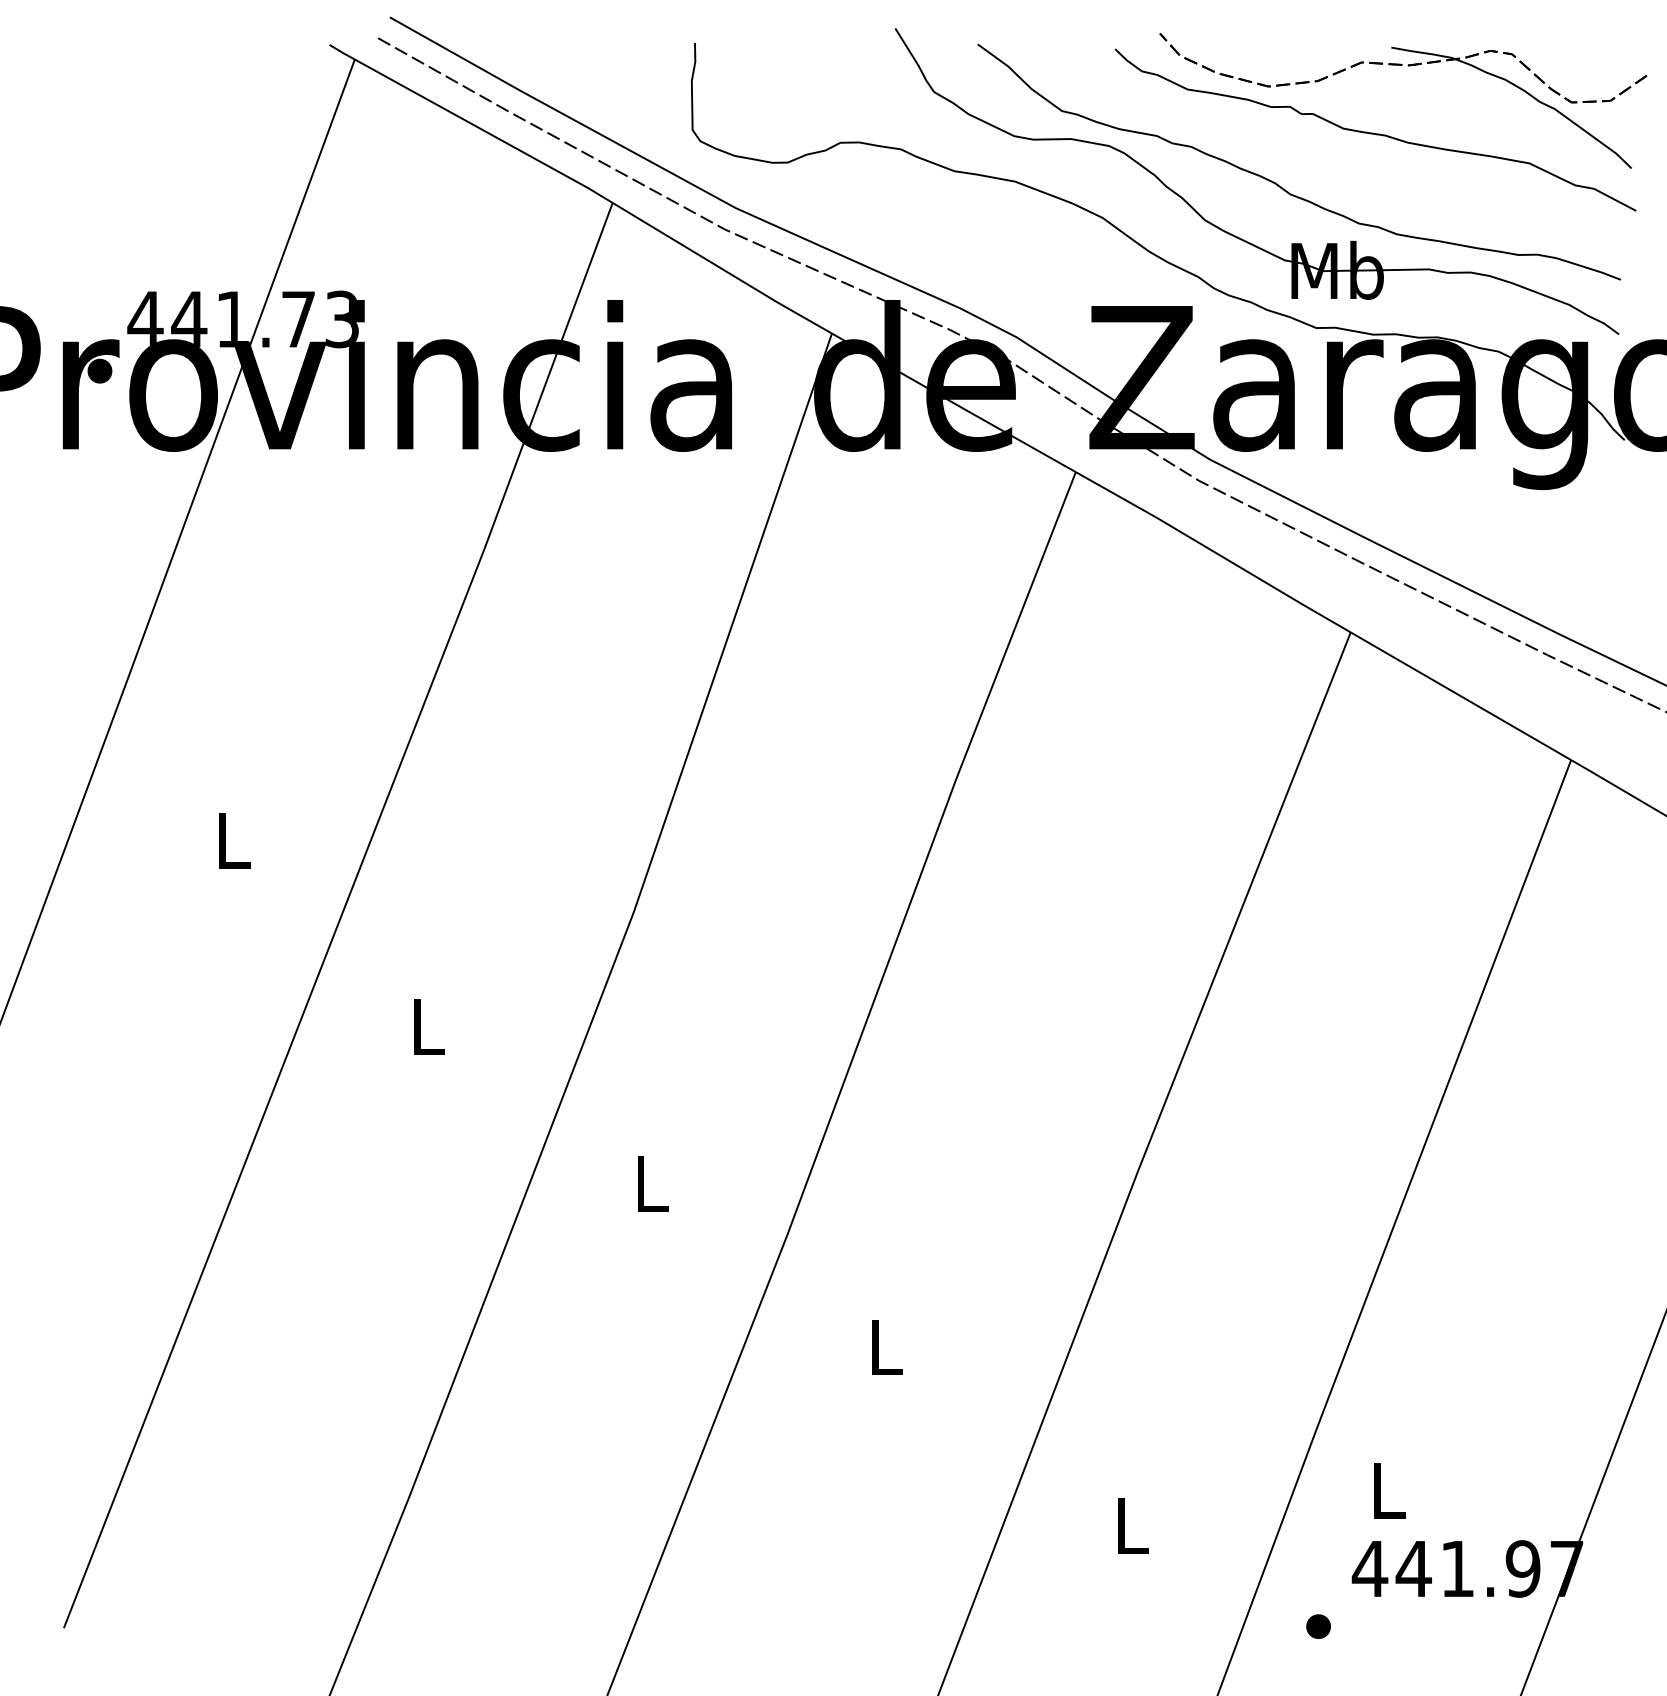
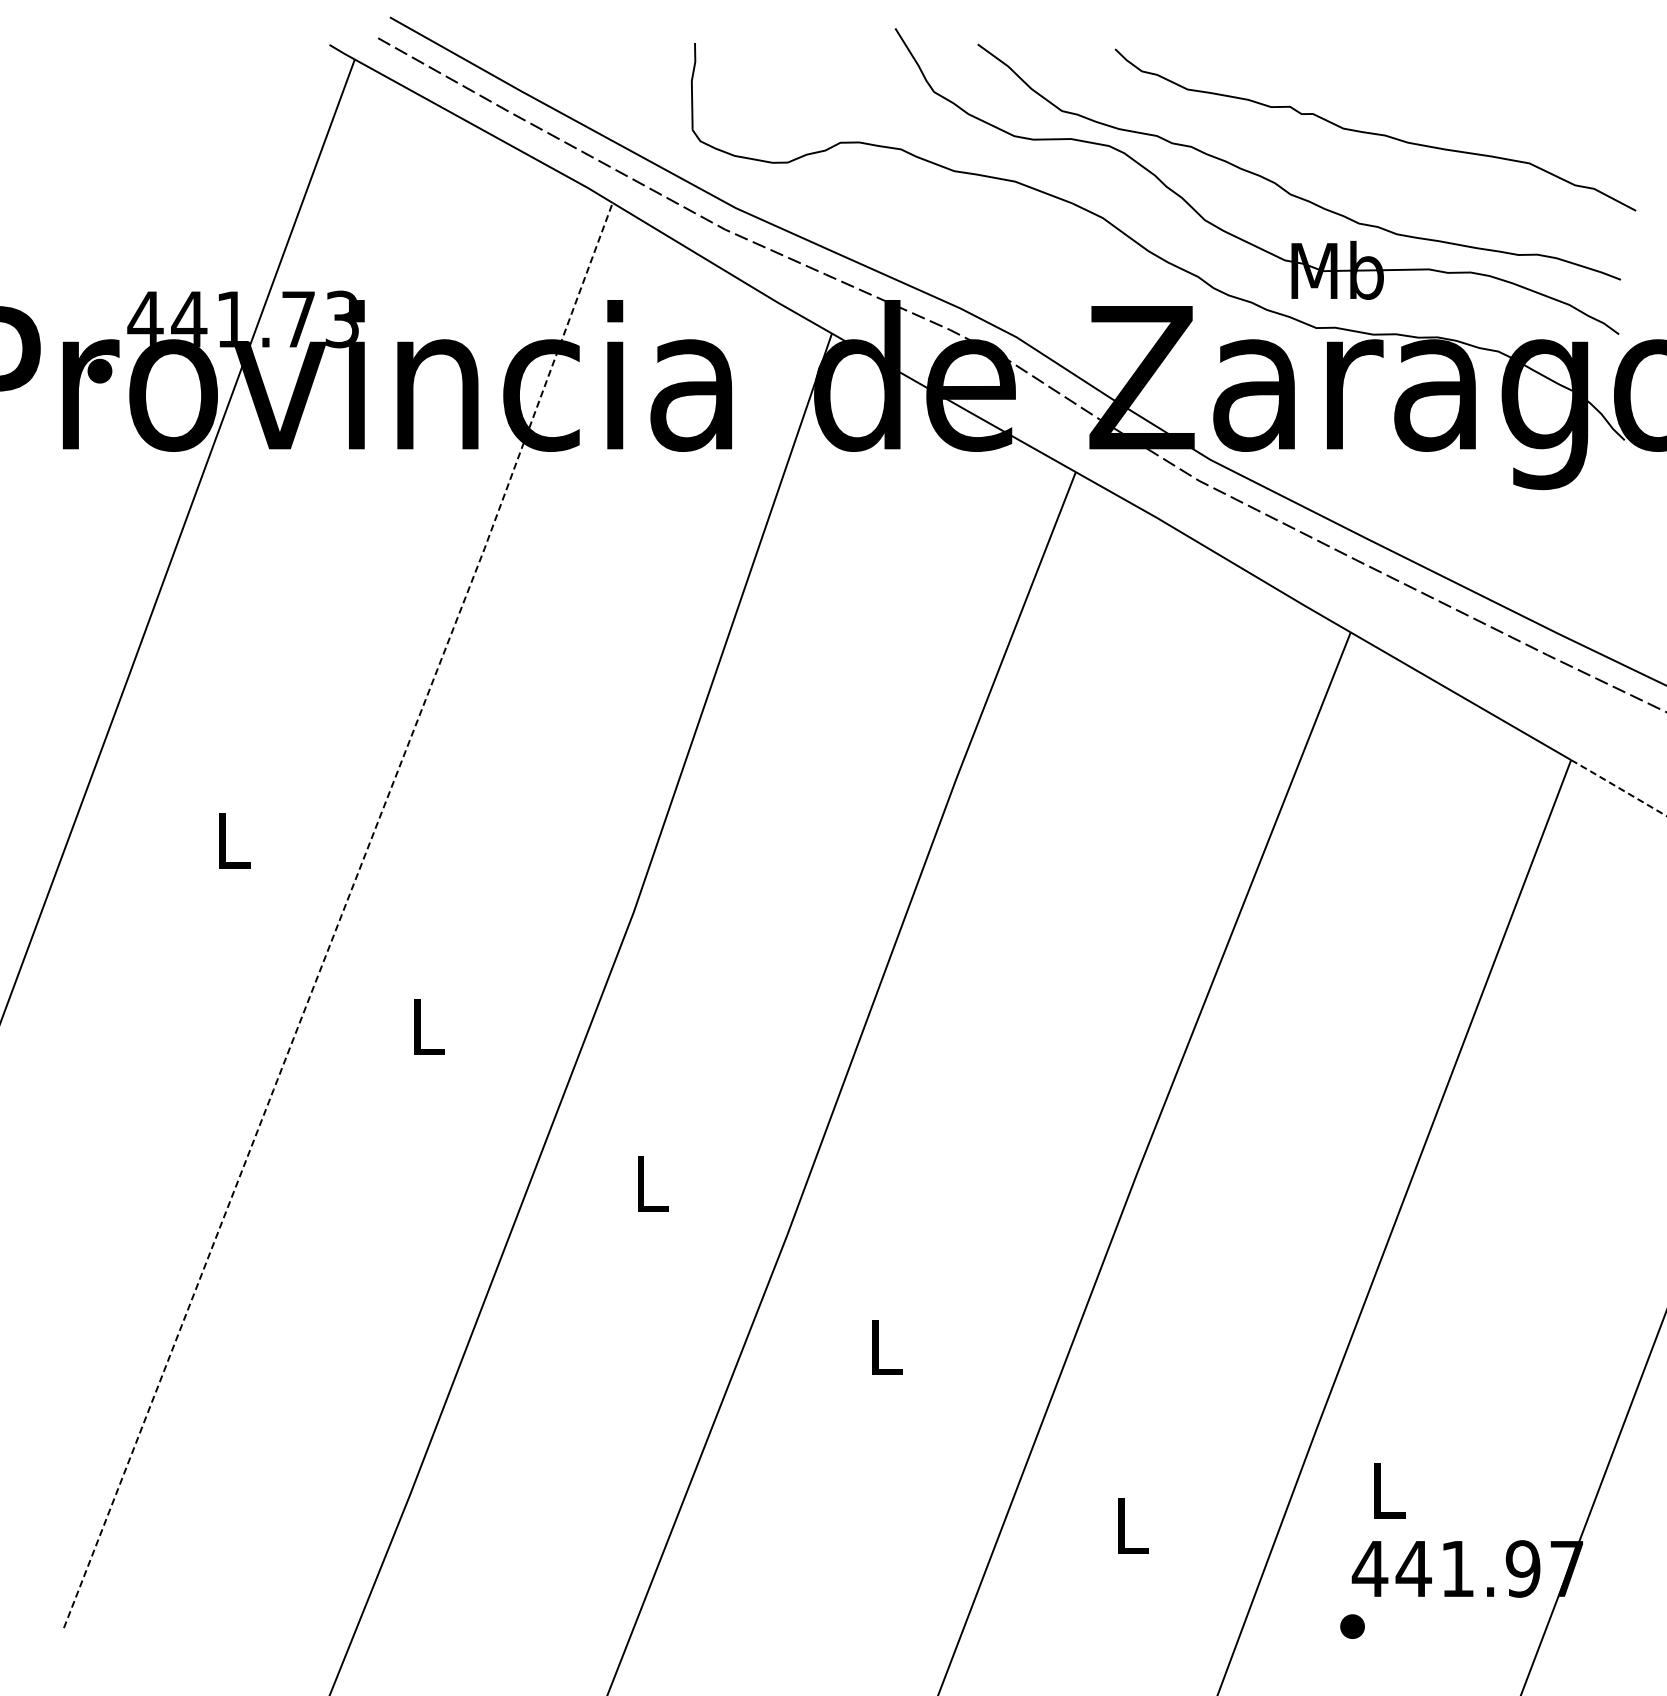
part at (1408, 66): present -> none
line at (1618, 787): solid -> dashed
line at (341, 916): solid -> dashed
part at (1318, 1626) position: (1318, 1626) -> (1352, 1626)
